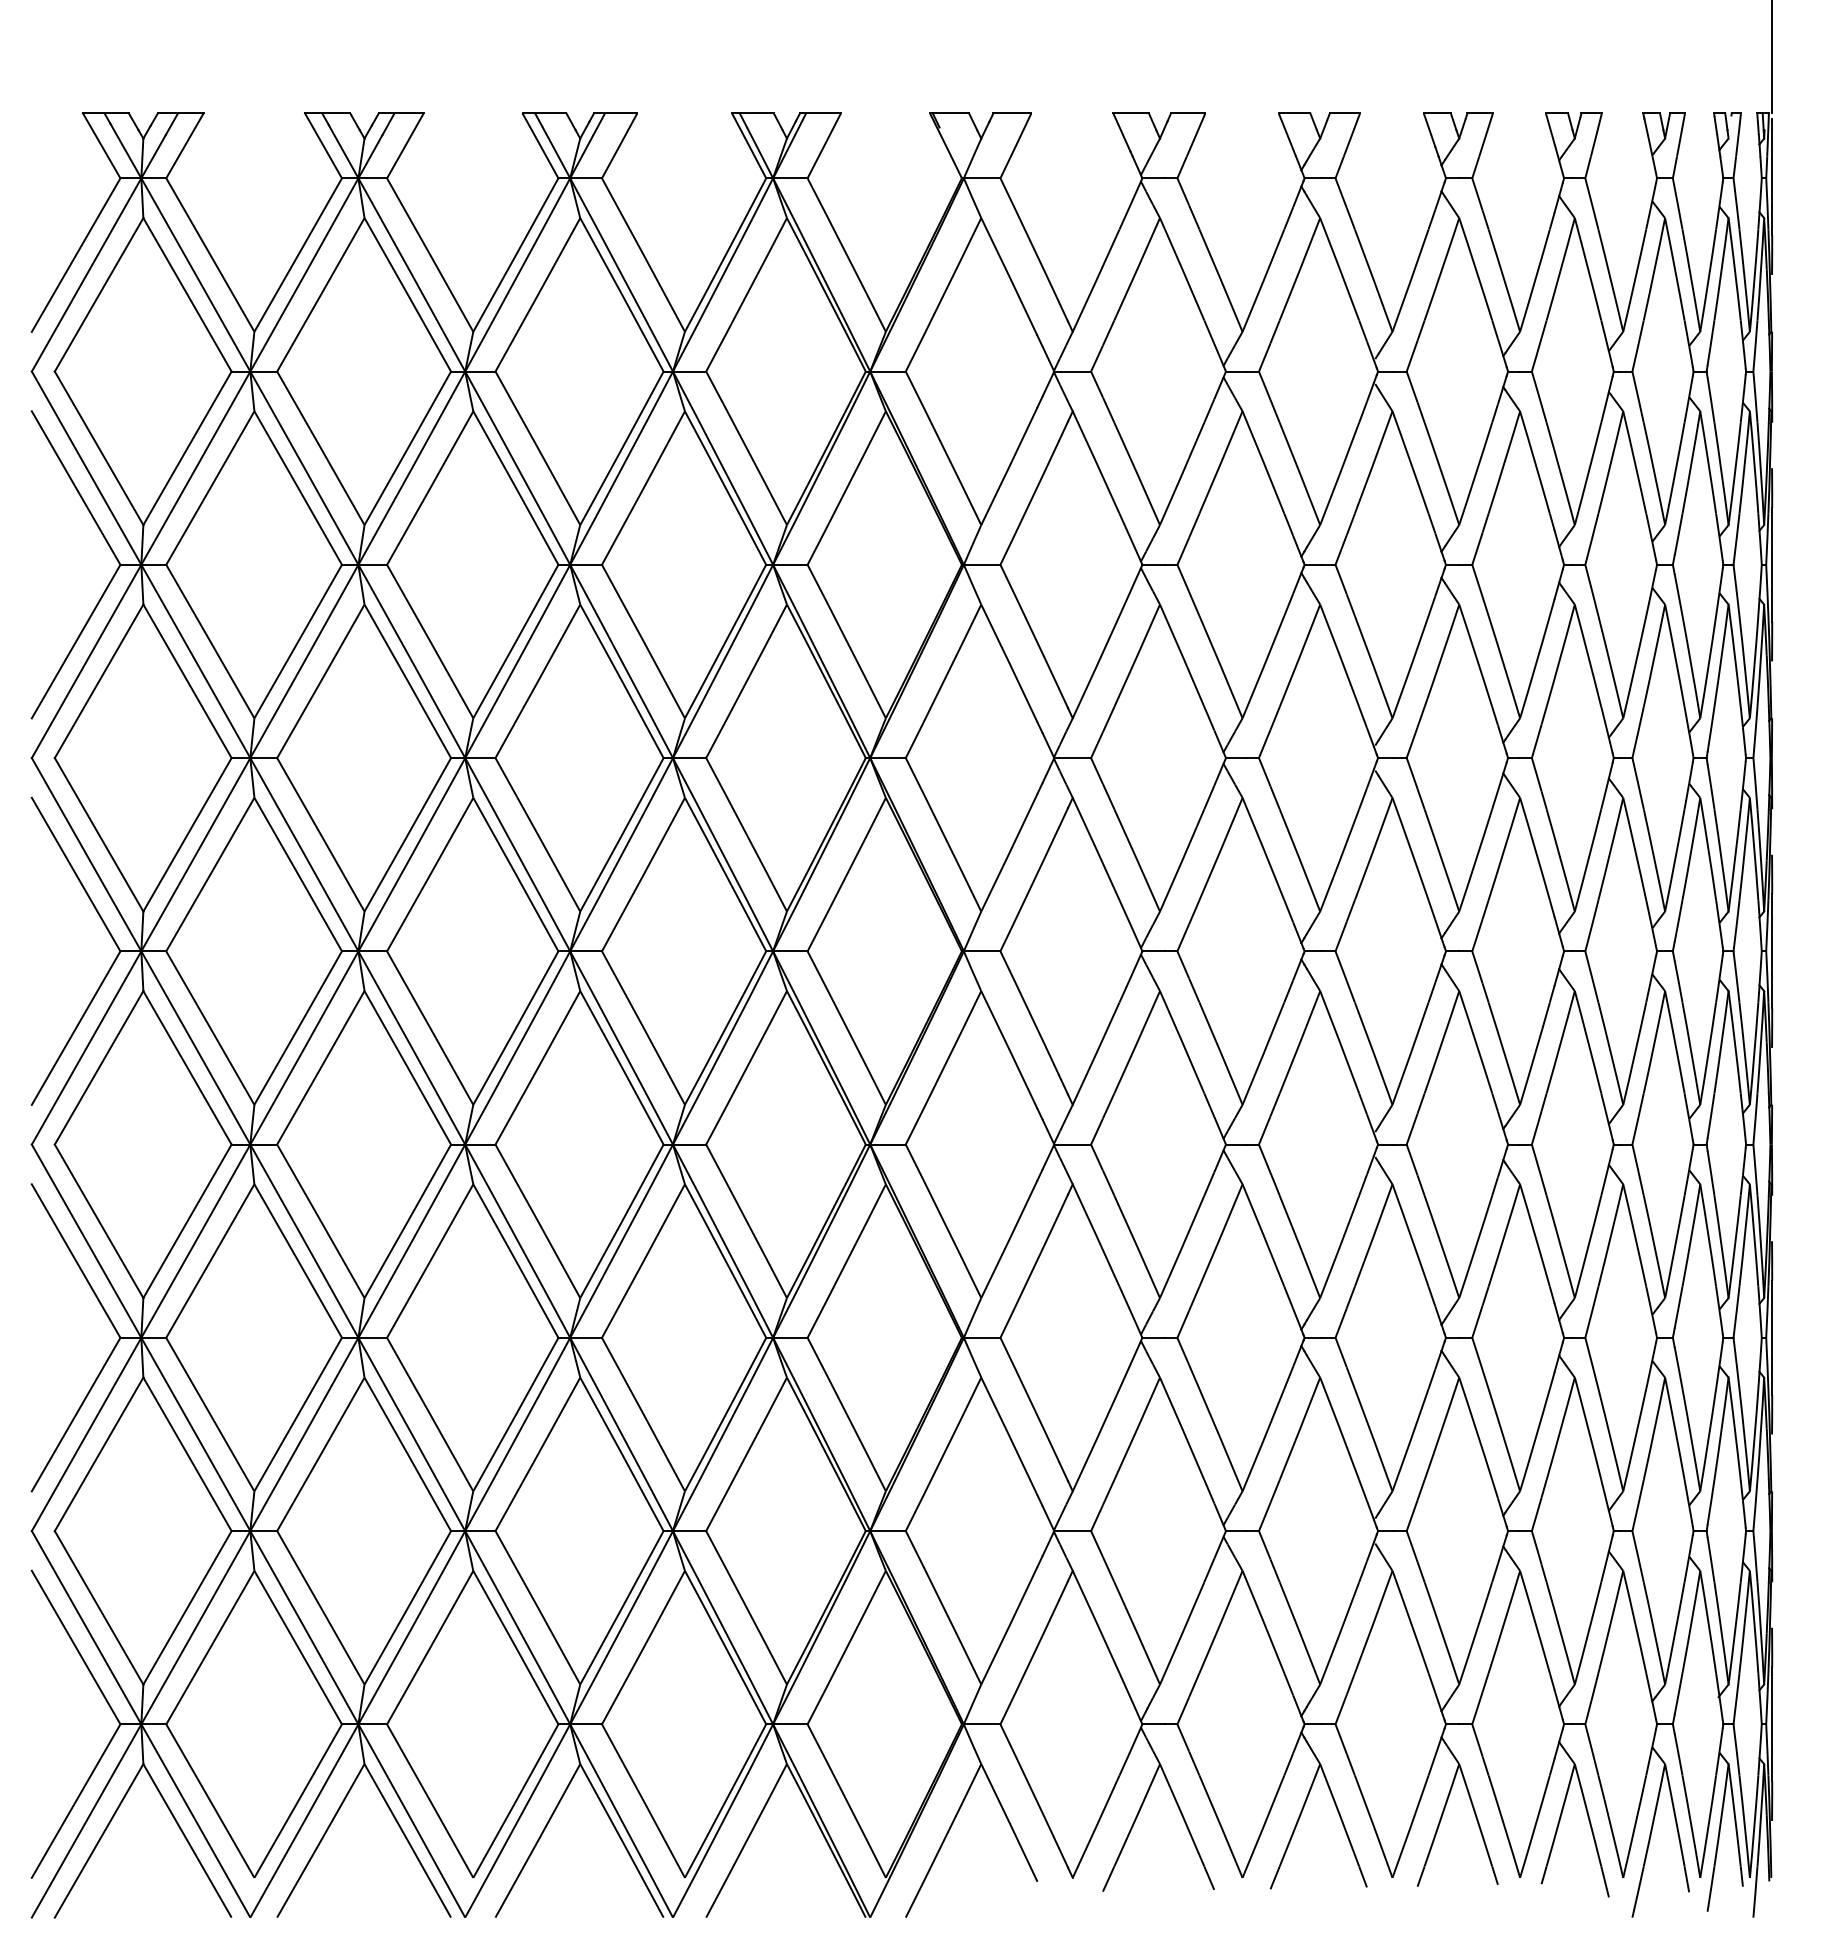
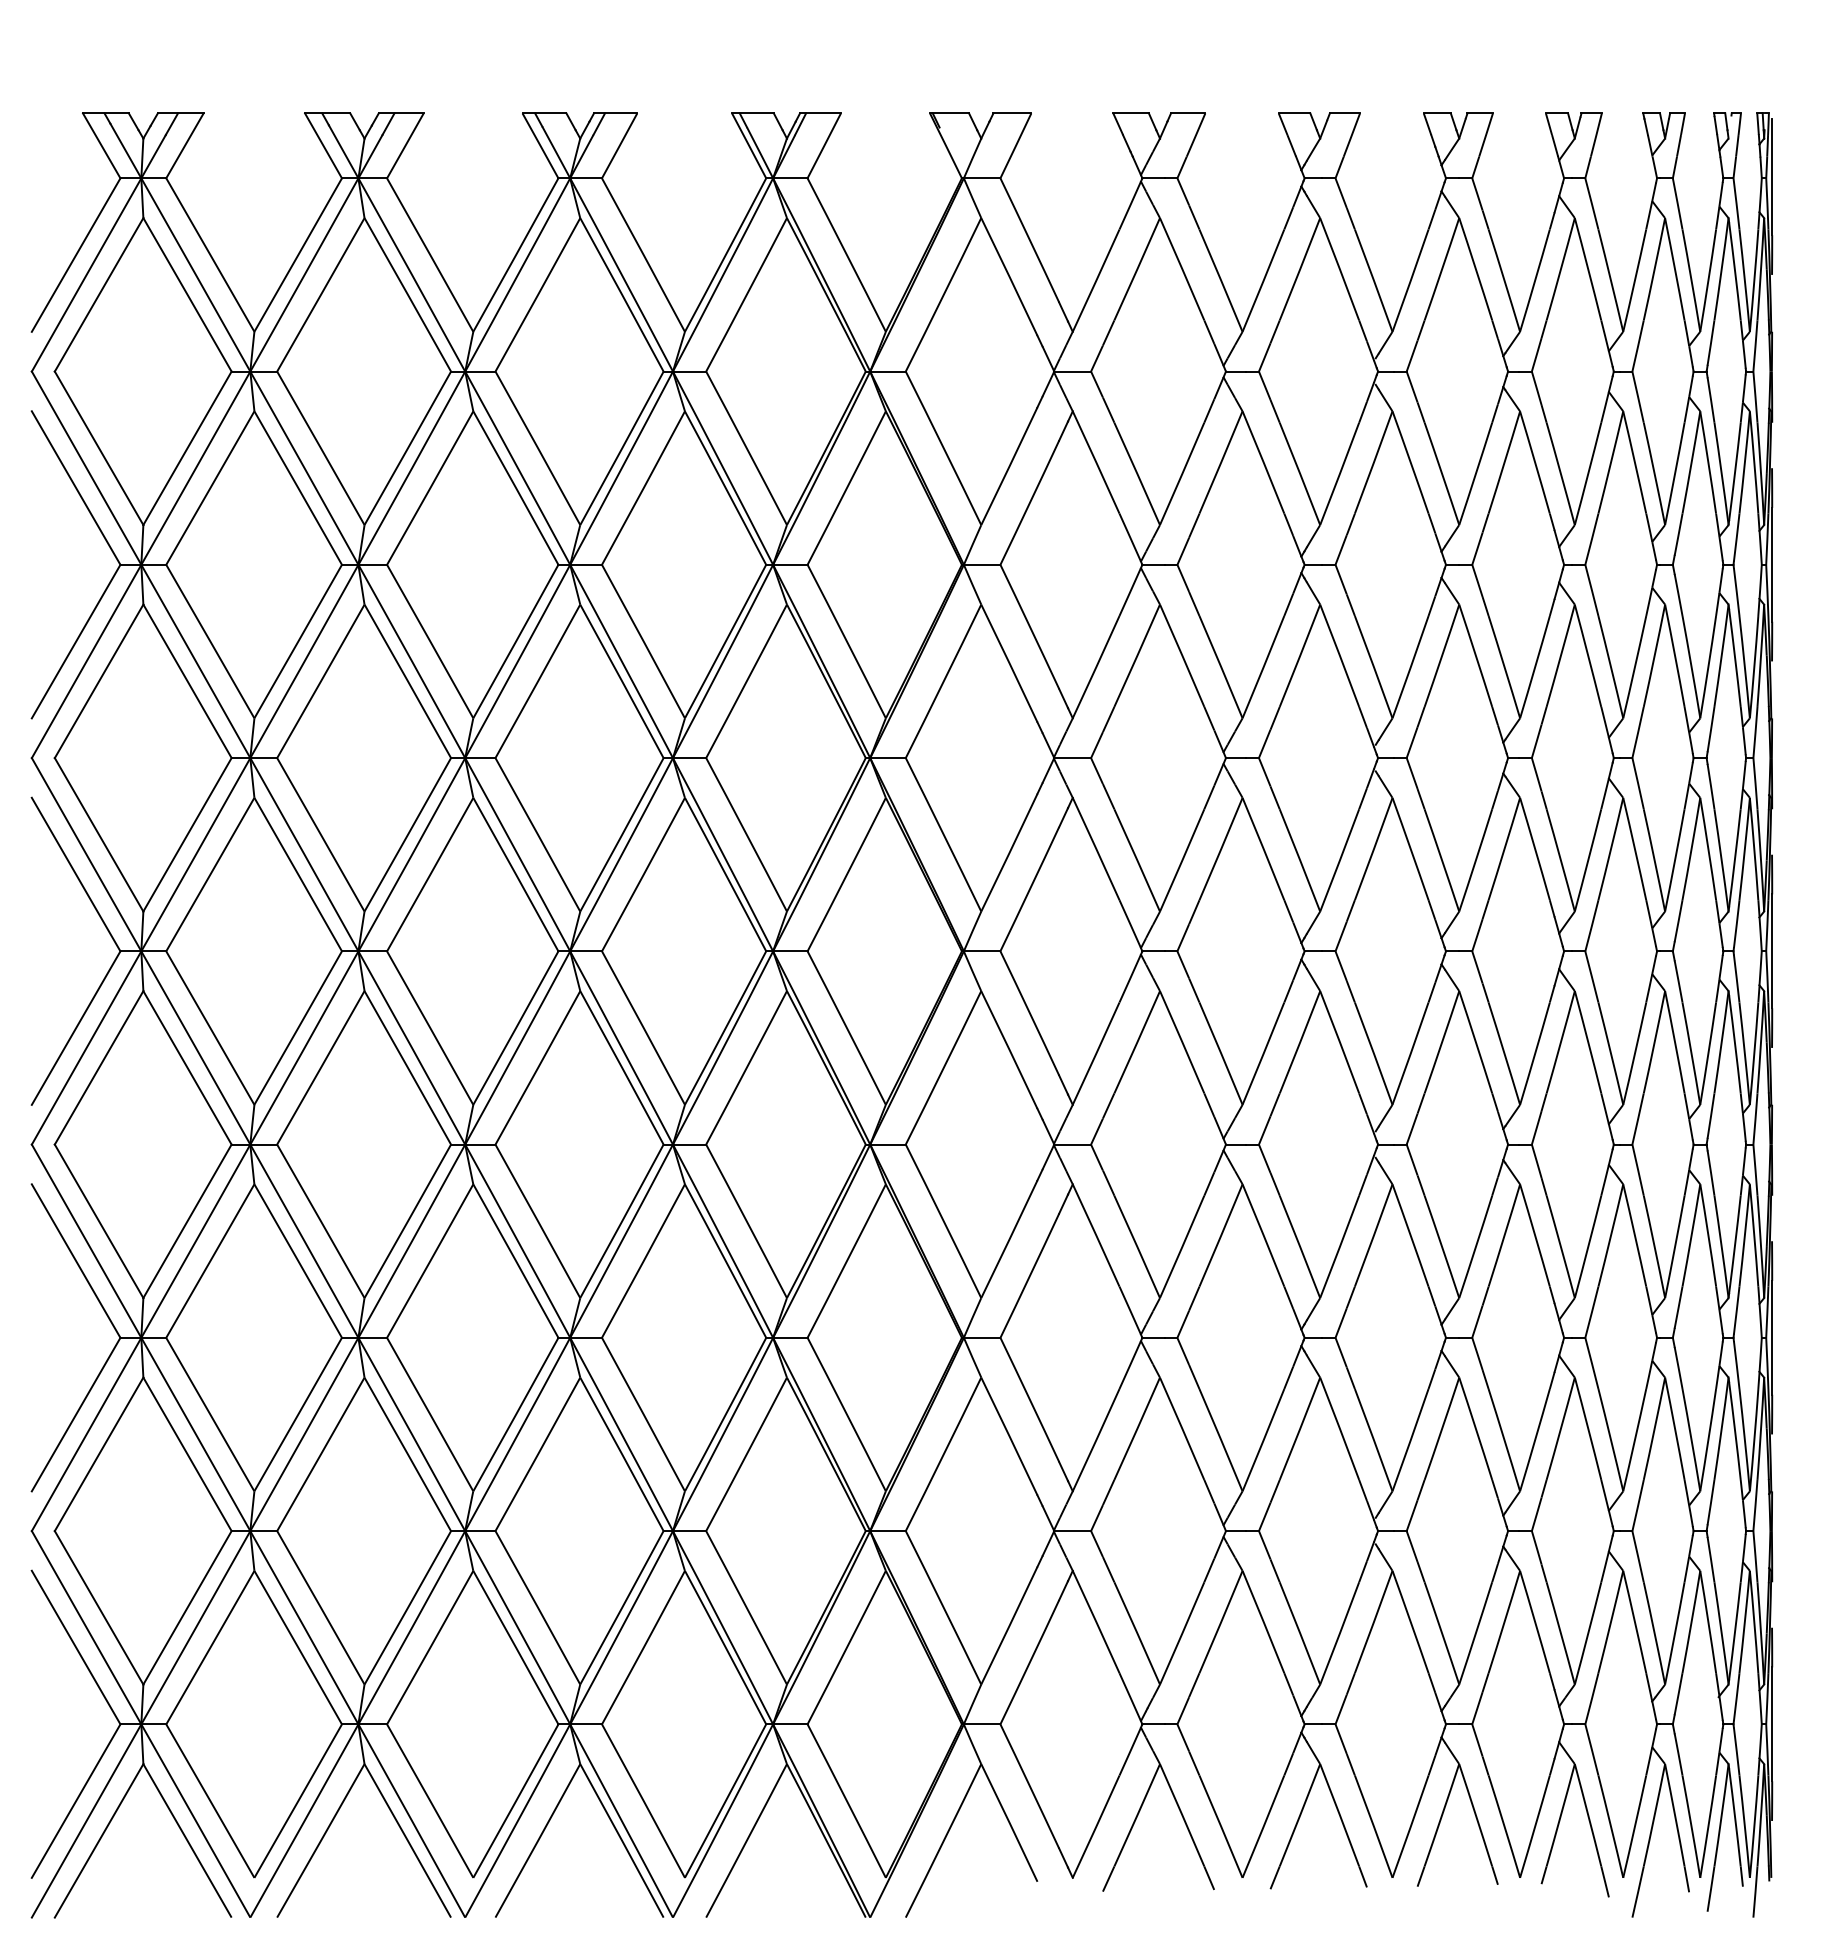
line at (1772, 57): present -> none
